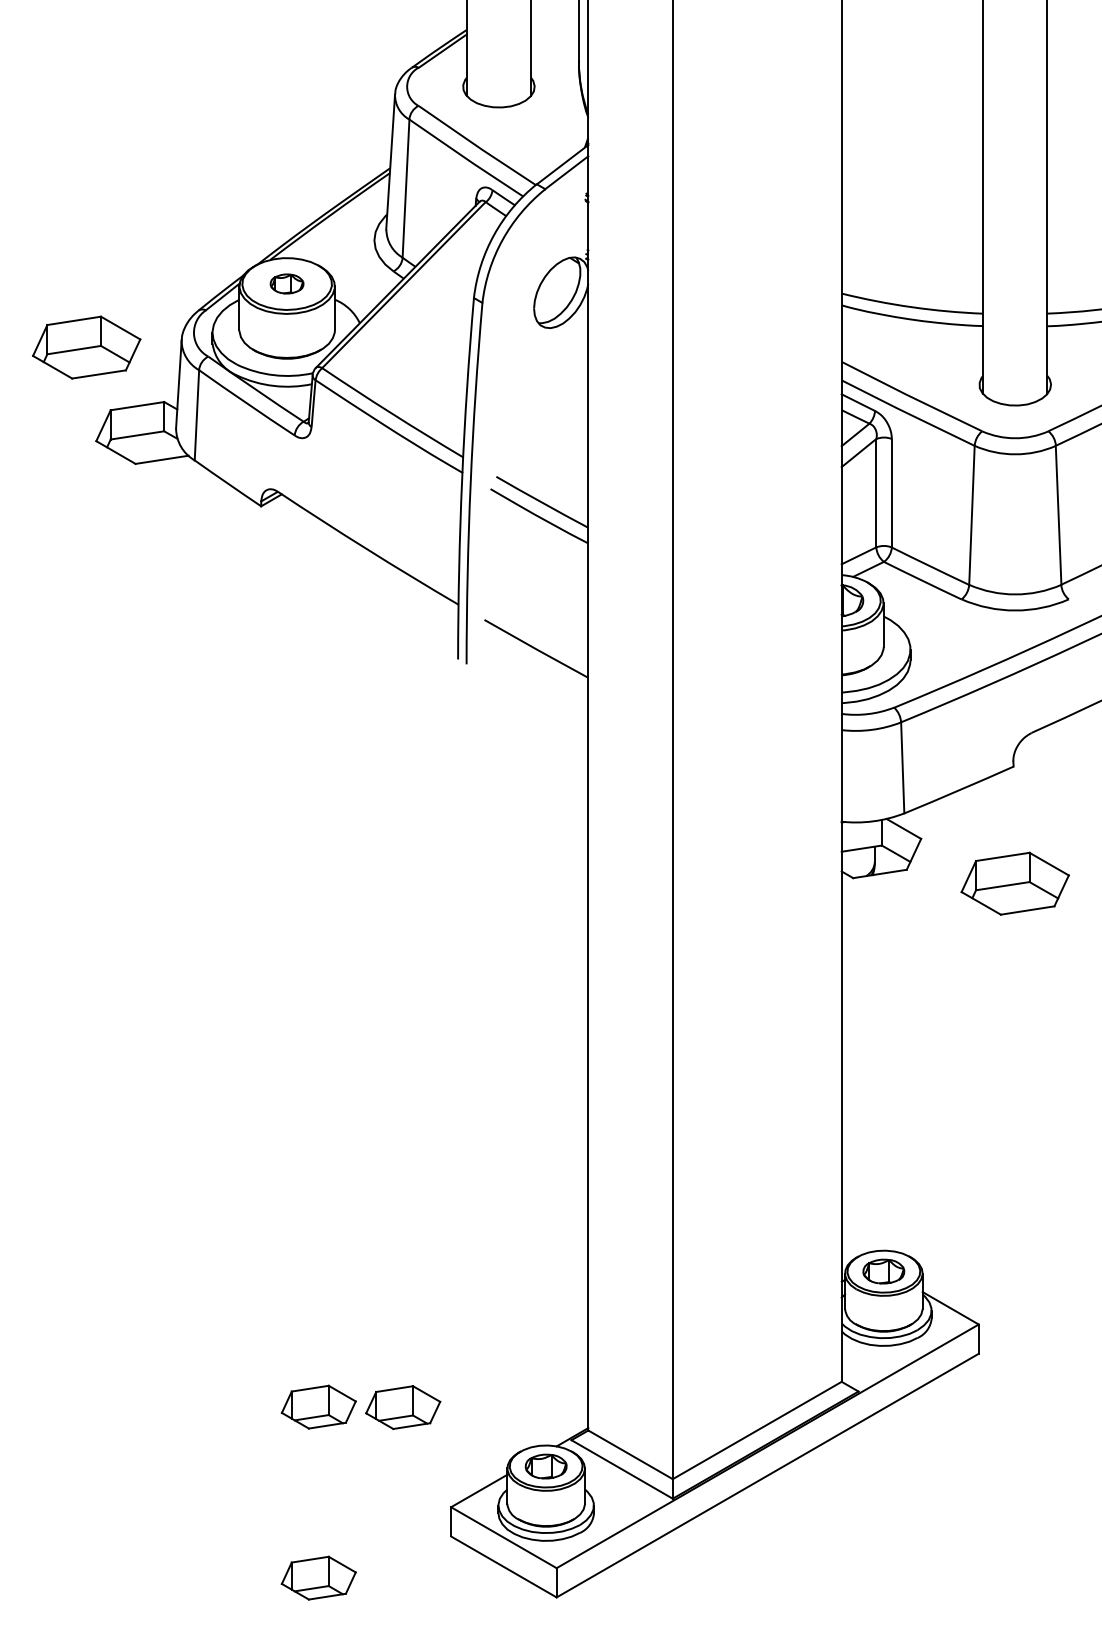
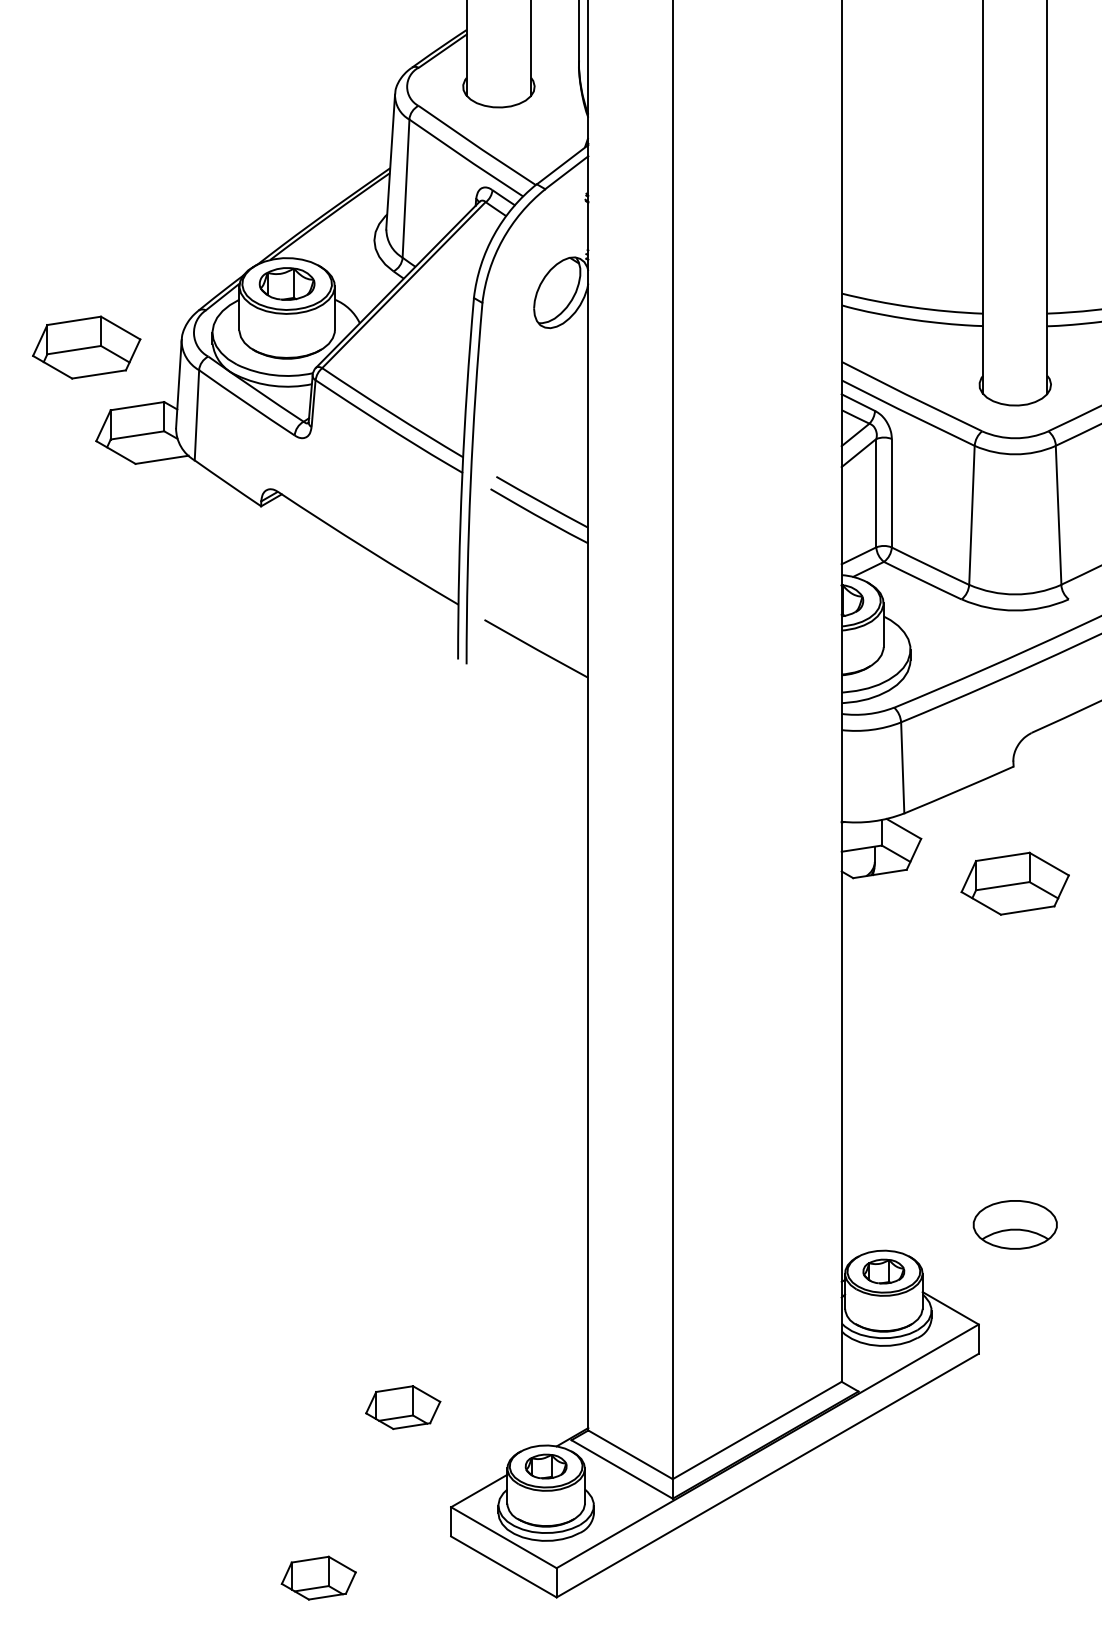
part at (286, 283) size: 36x22 px -> 58x34 px
part at (1014, 1224): none -> present
part at (318, 1406): present -> none
